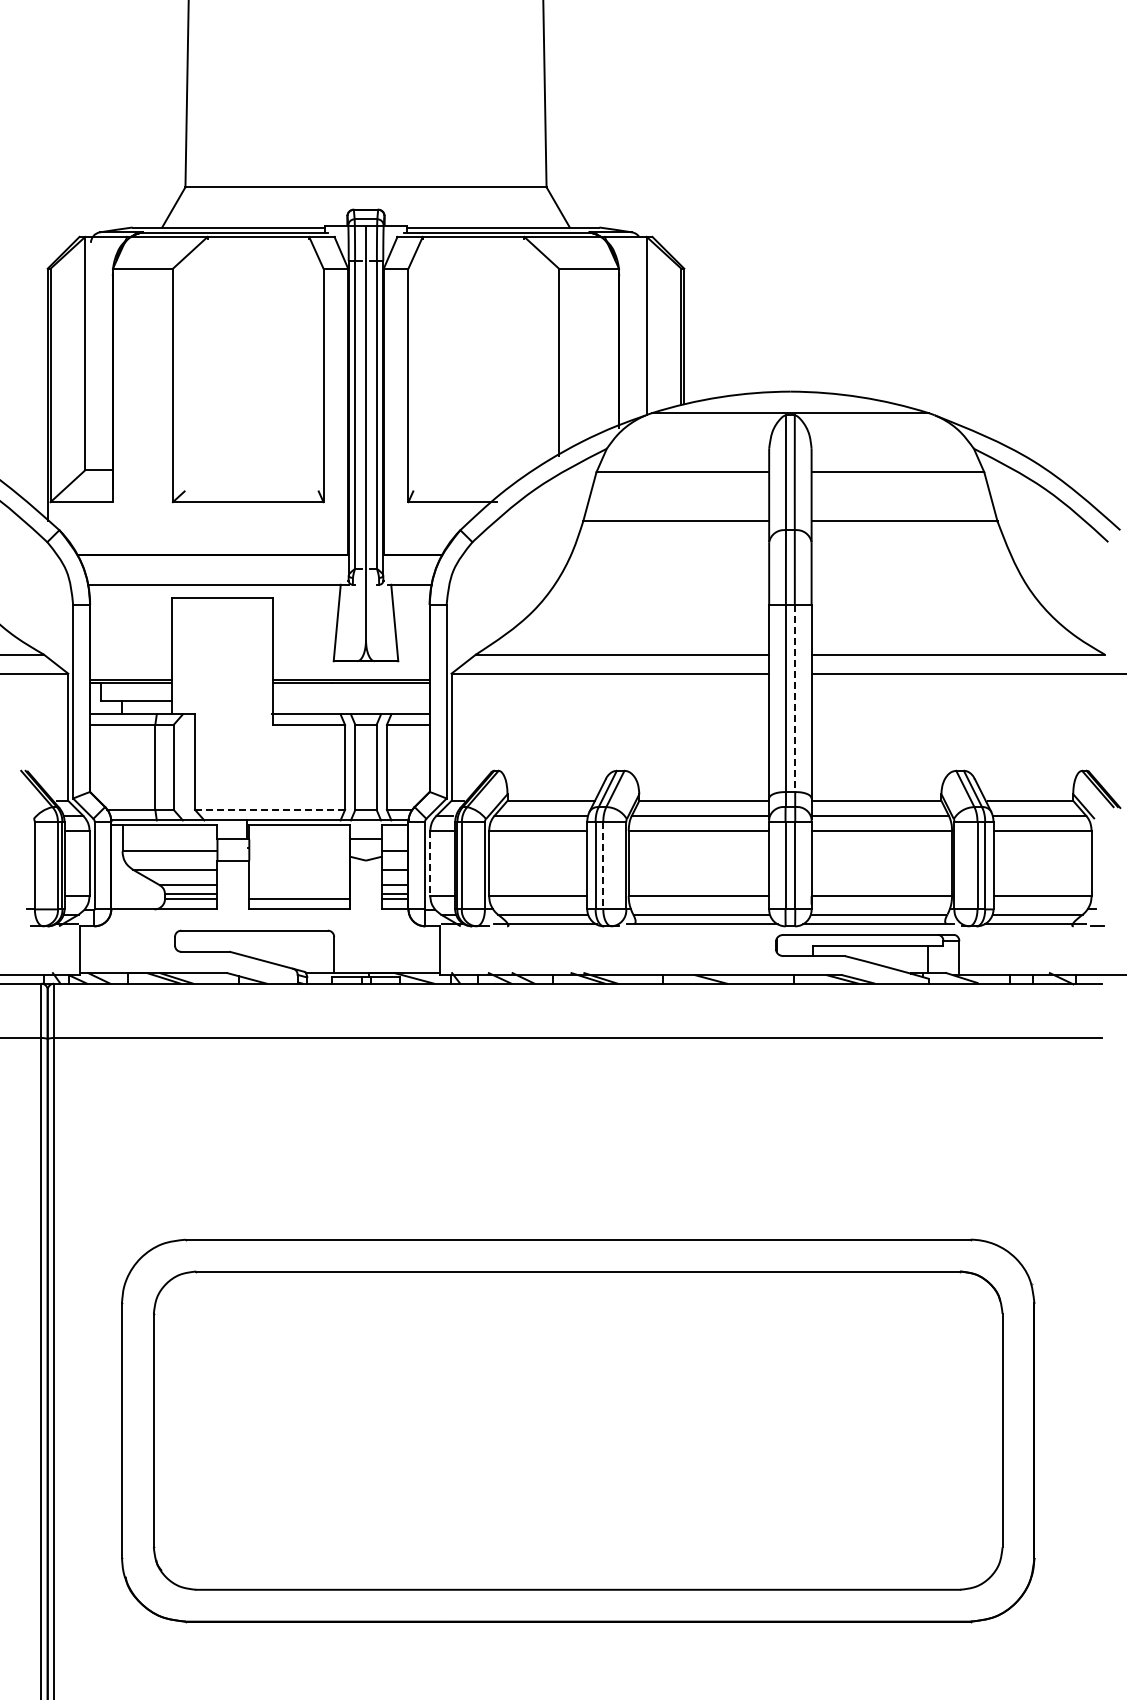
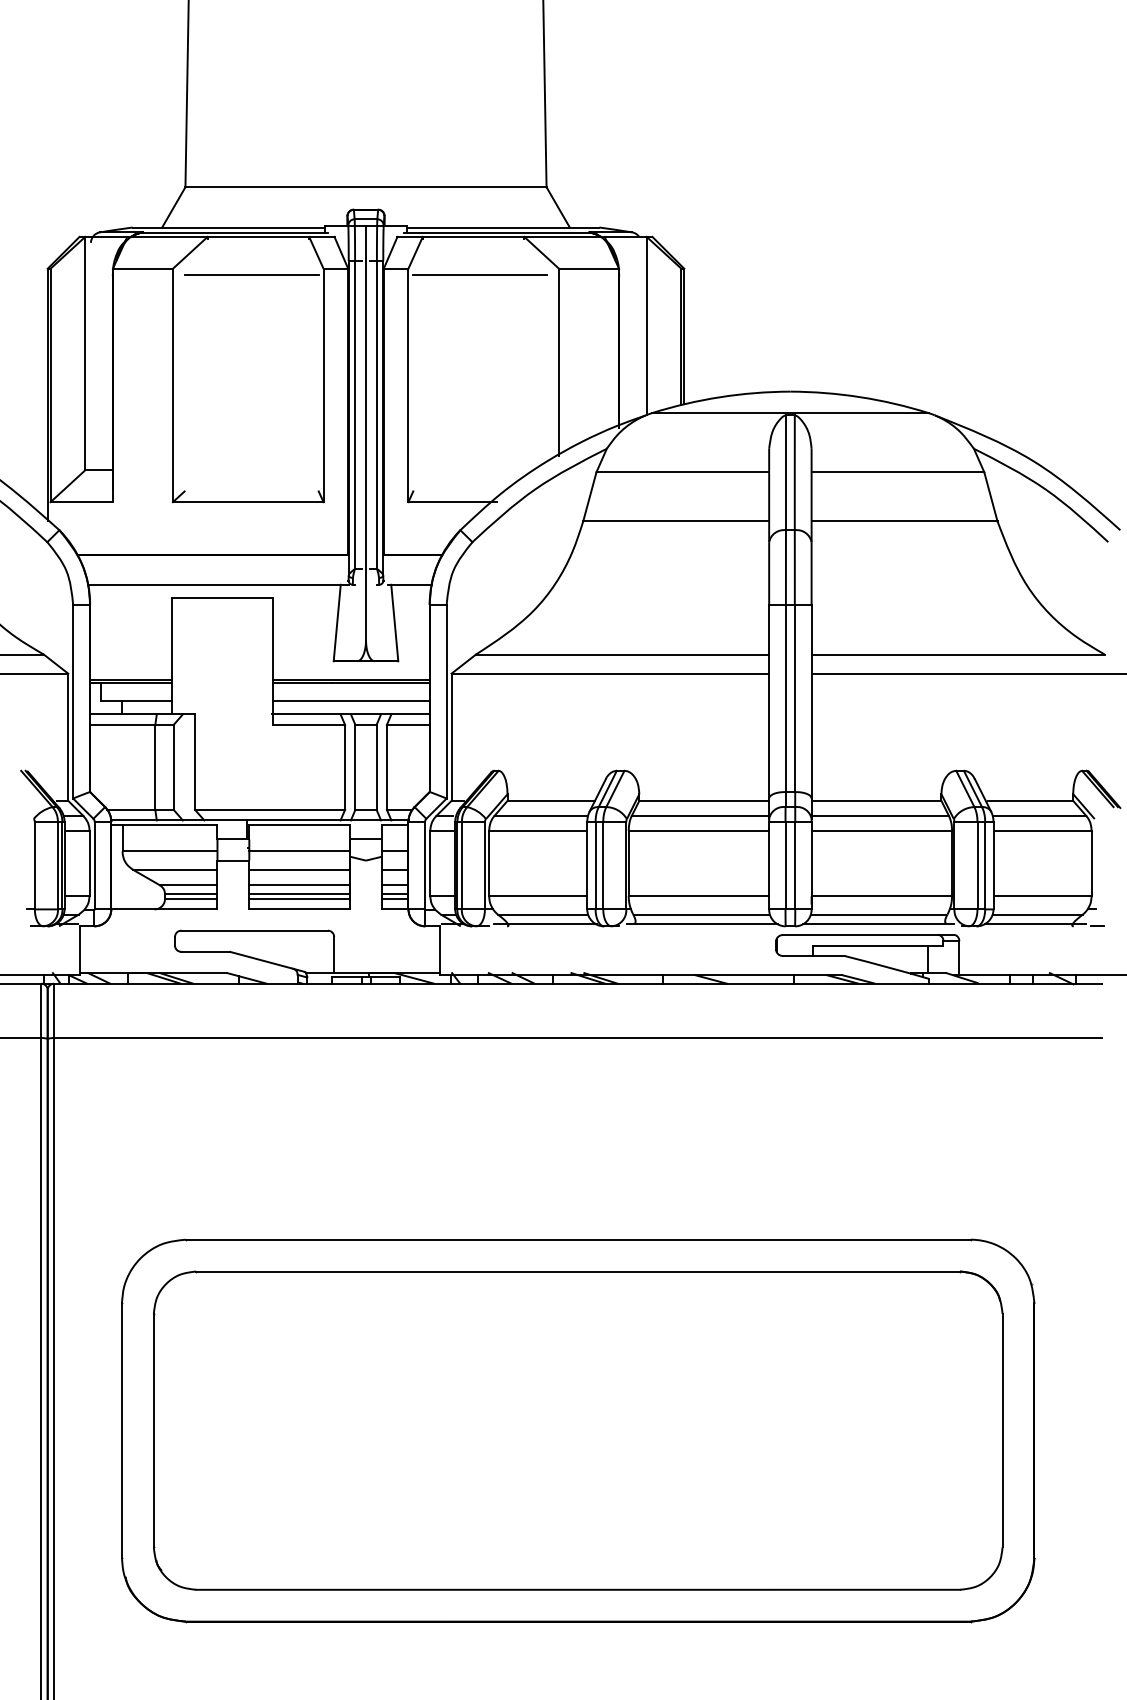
line at (251, 275): none -> present
line at (480, 275): none -> present
line at (794, 698): dashed -> solid
line at (351, 701): none -> present
line at (270, 809): dashed -> solid
line at (299, 851): none -> present
line at (430, 863): dashed -> solid
line at (603, 865): dashed -> solid
line at (299, 869): none -> present
line at (299, 885): none -> present
line at (299, 894): none -> present
